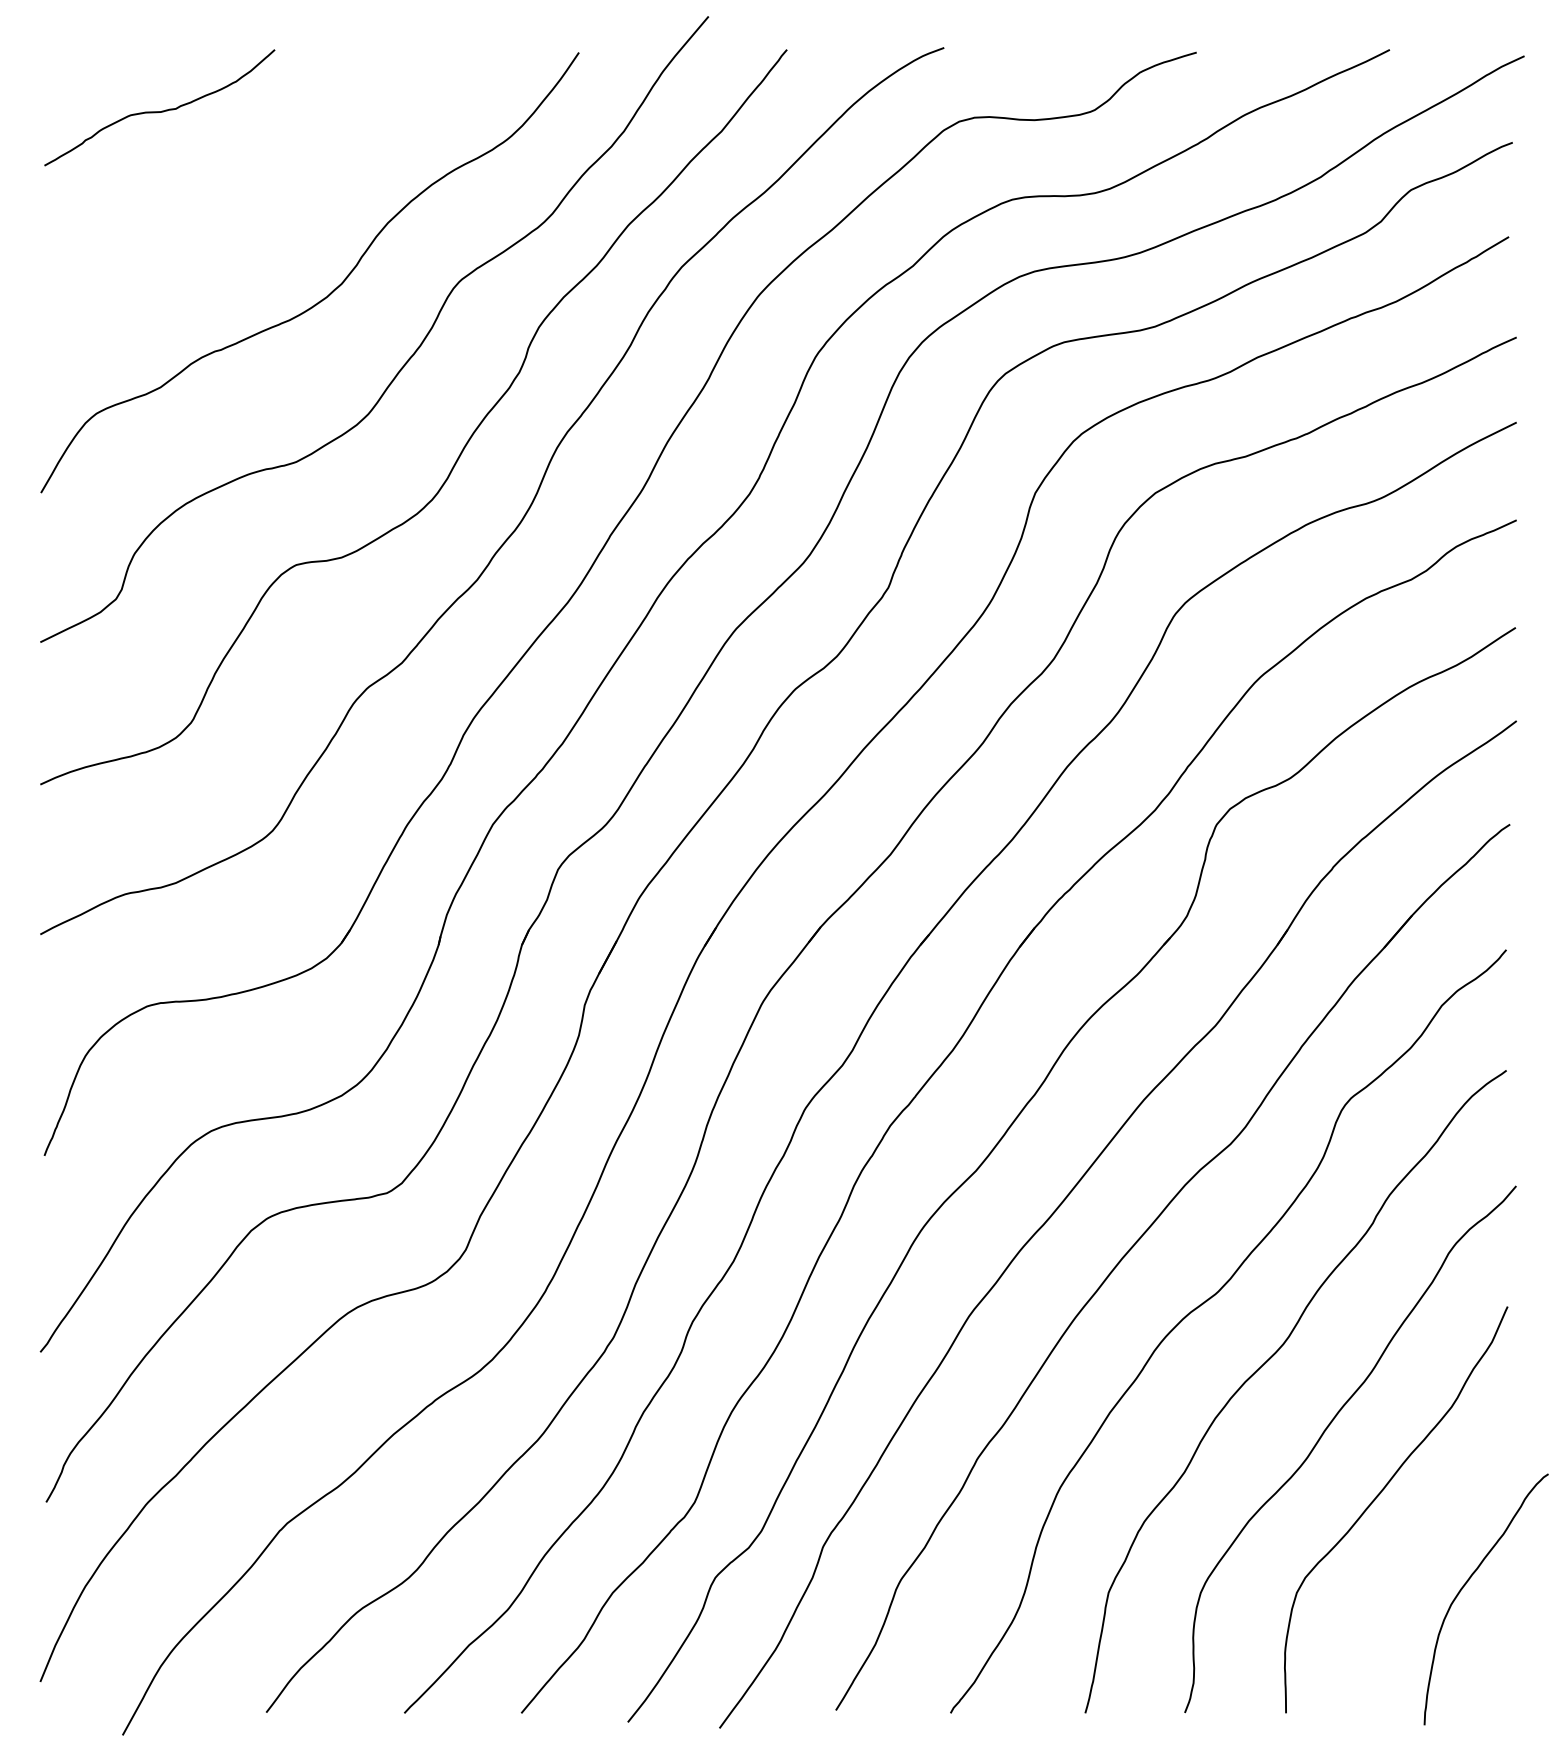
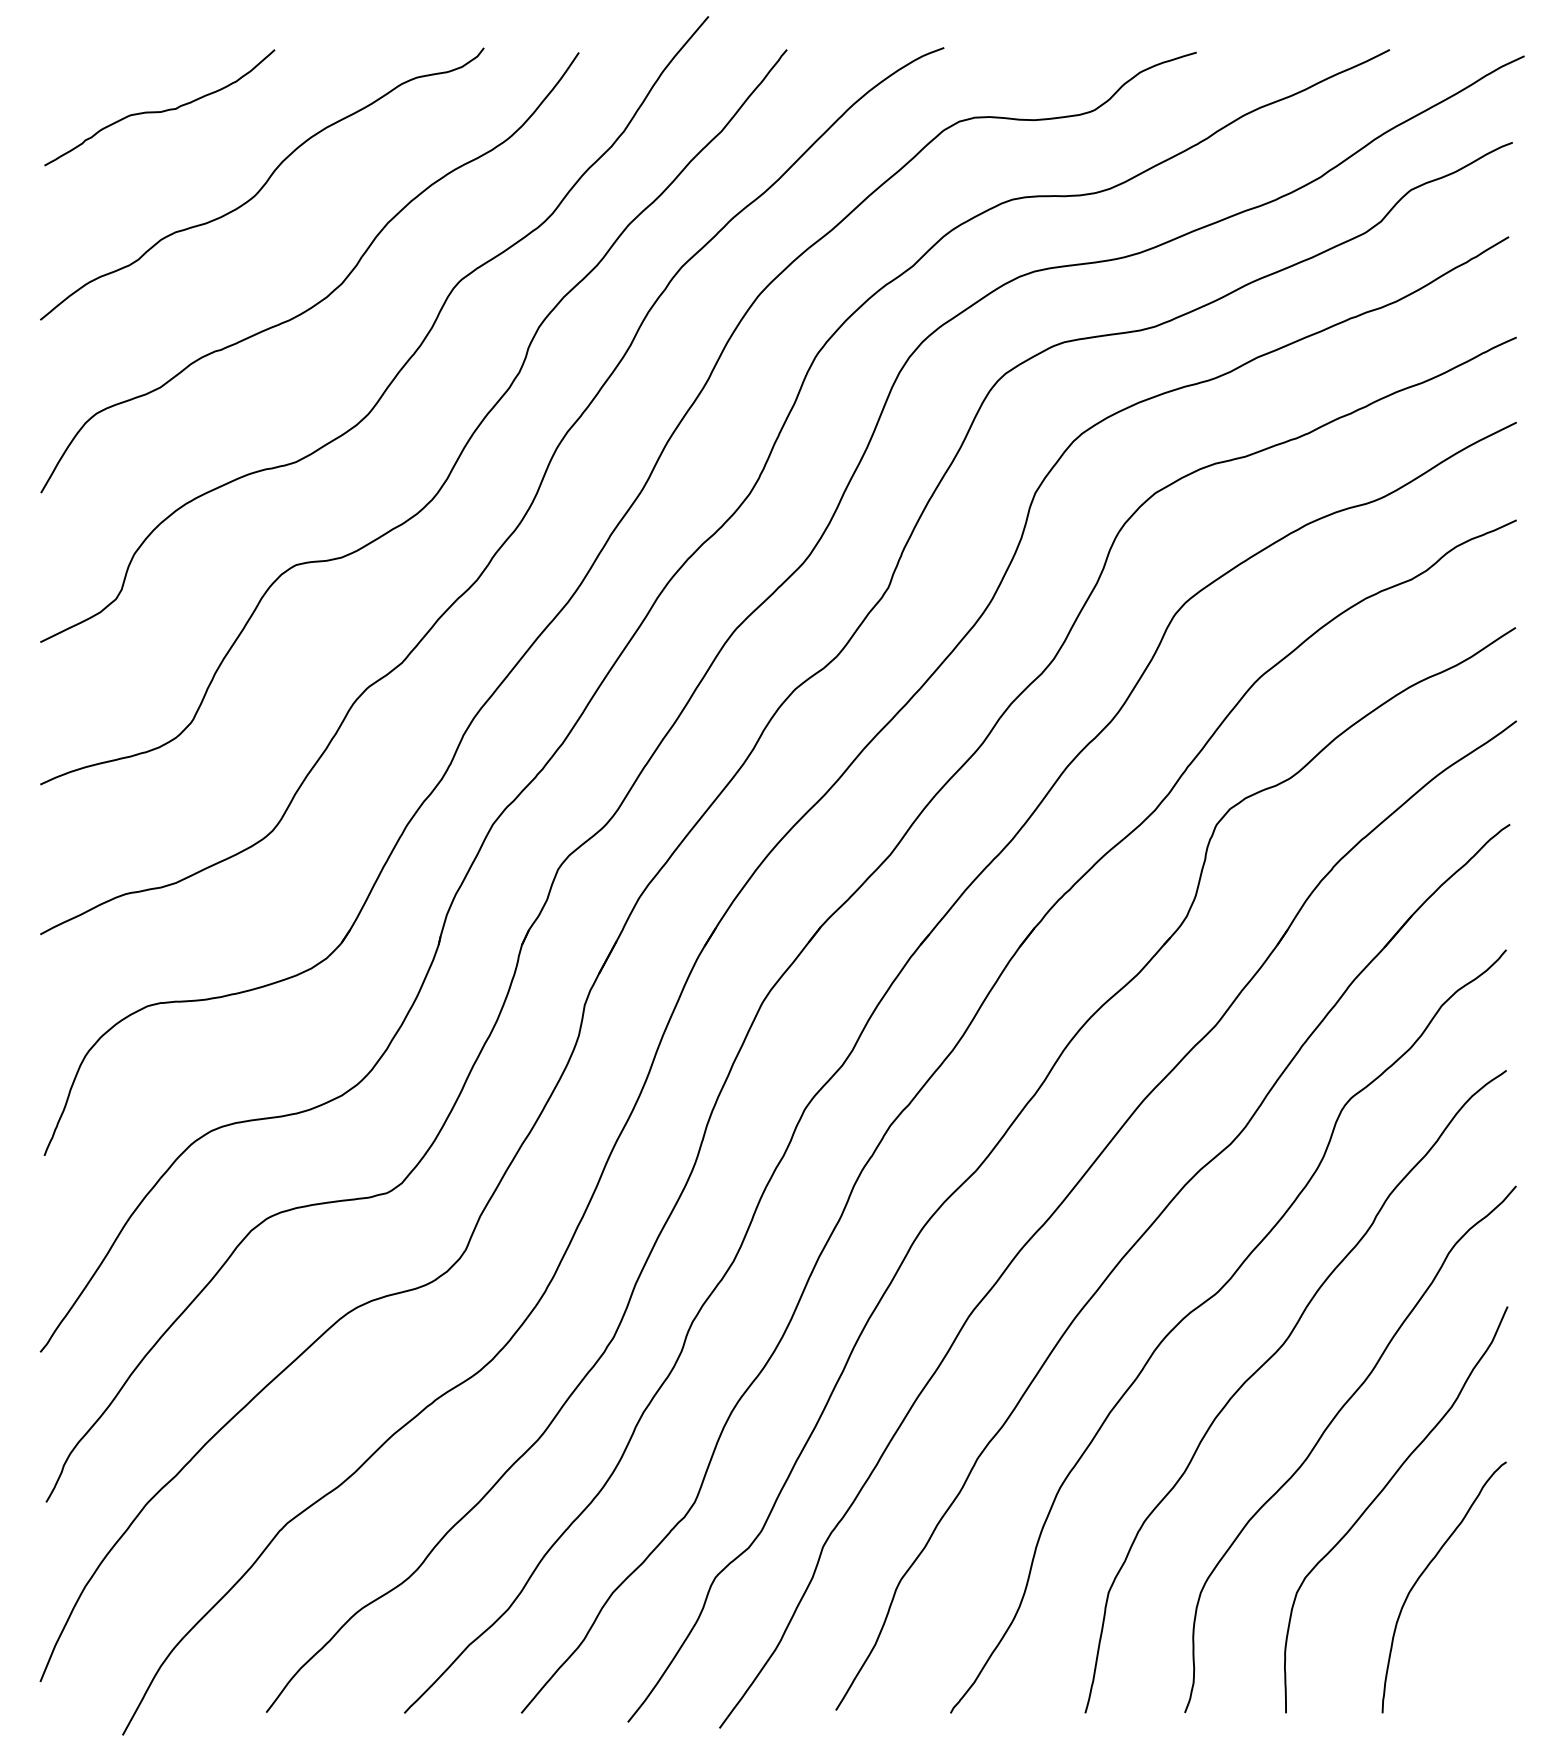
curve at (263, 184): none -> present
curve at (1466, 1584) position: (1466, 1584) -> (1424, 1572)
